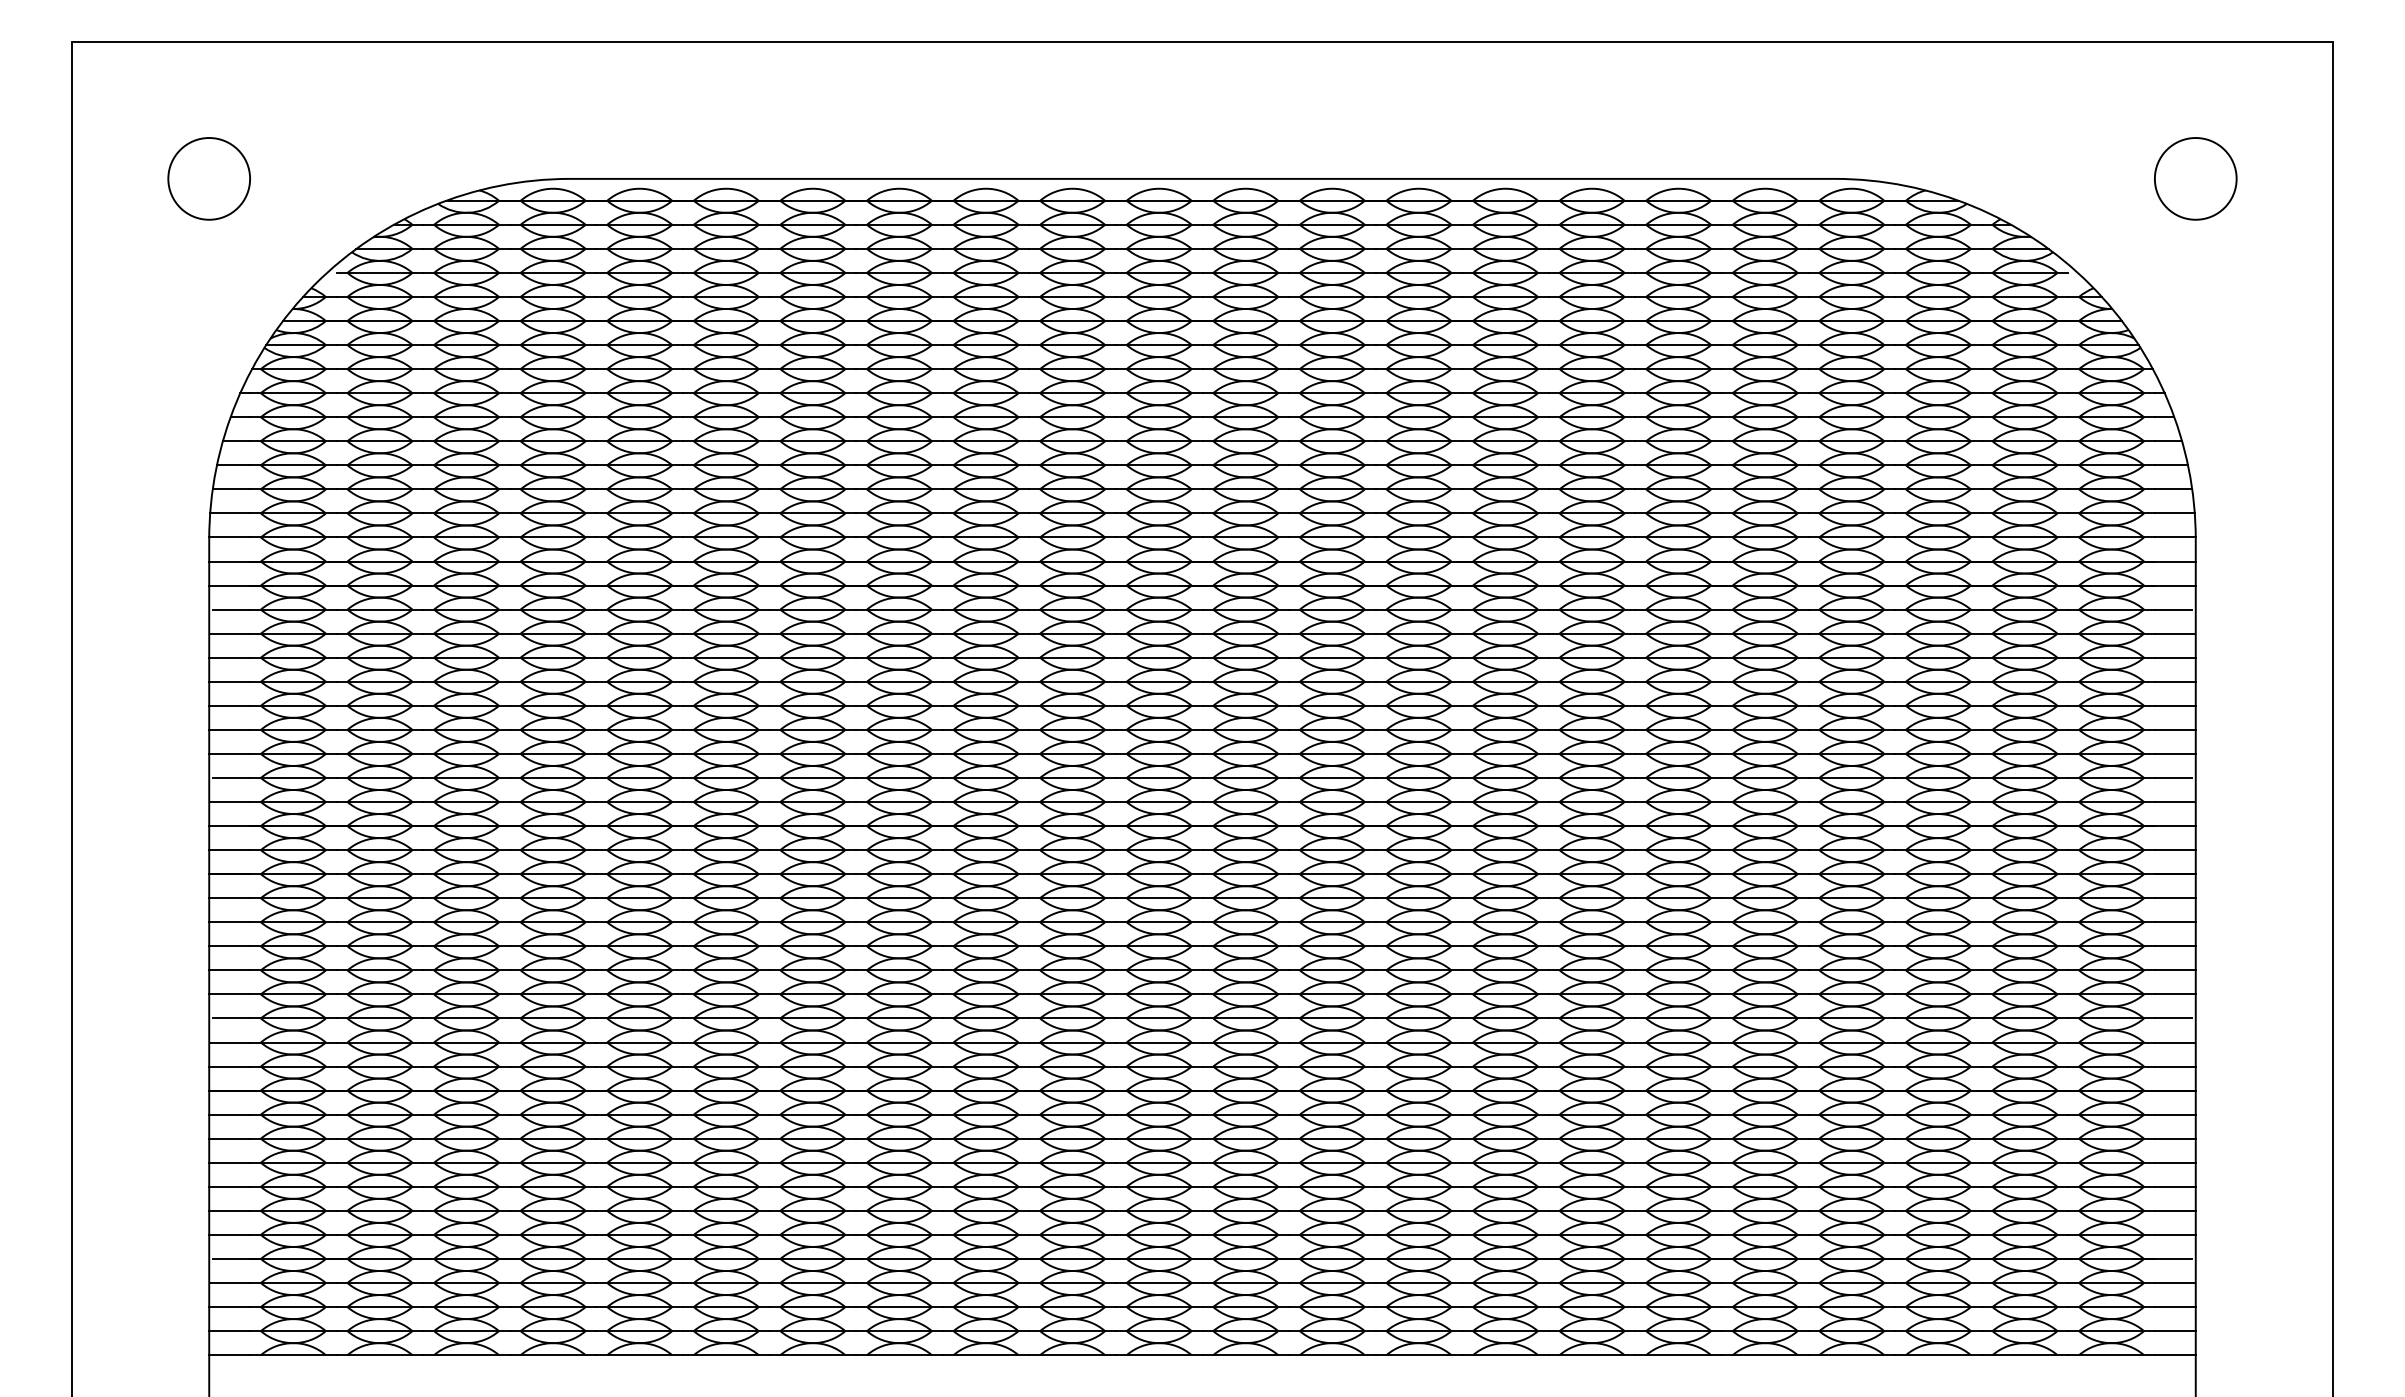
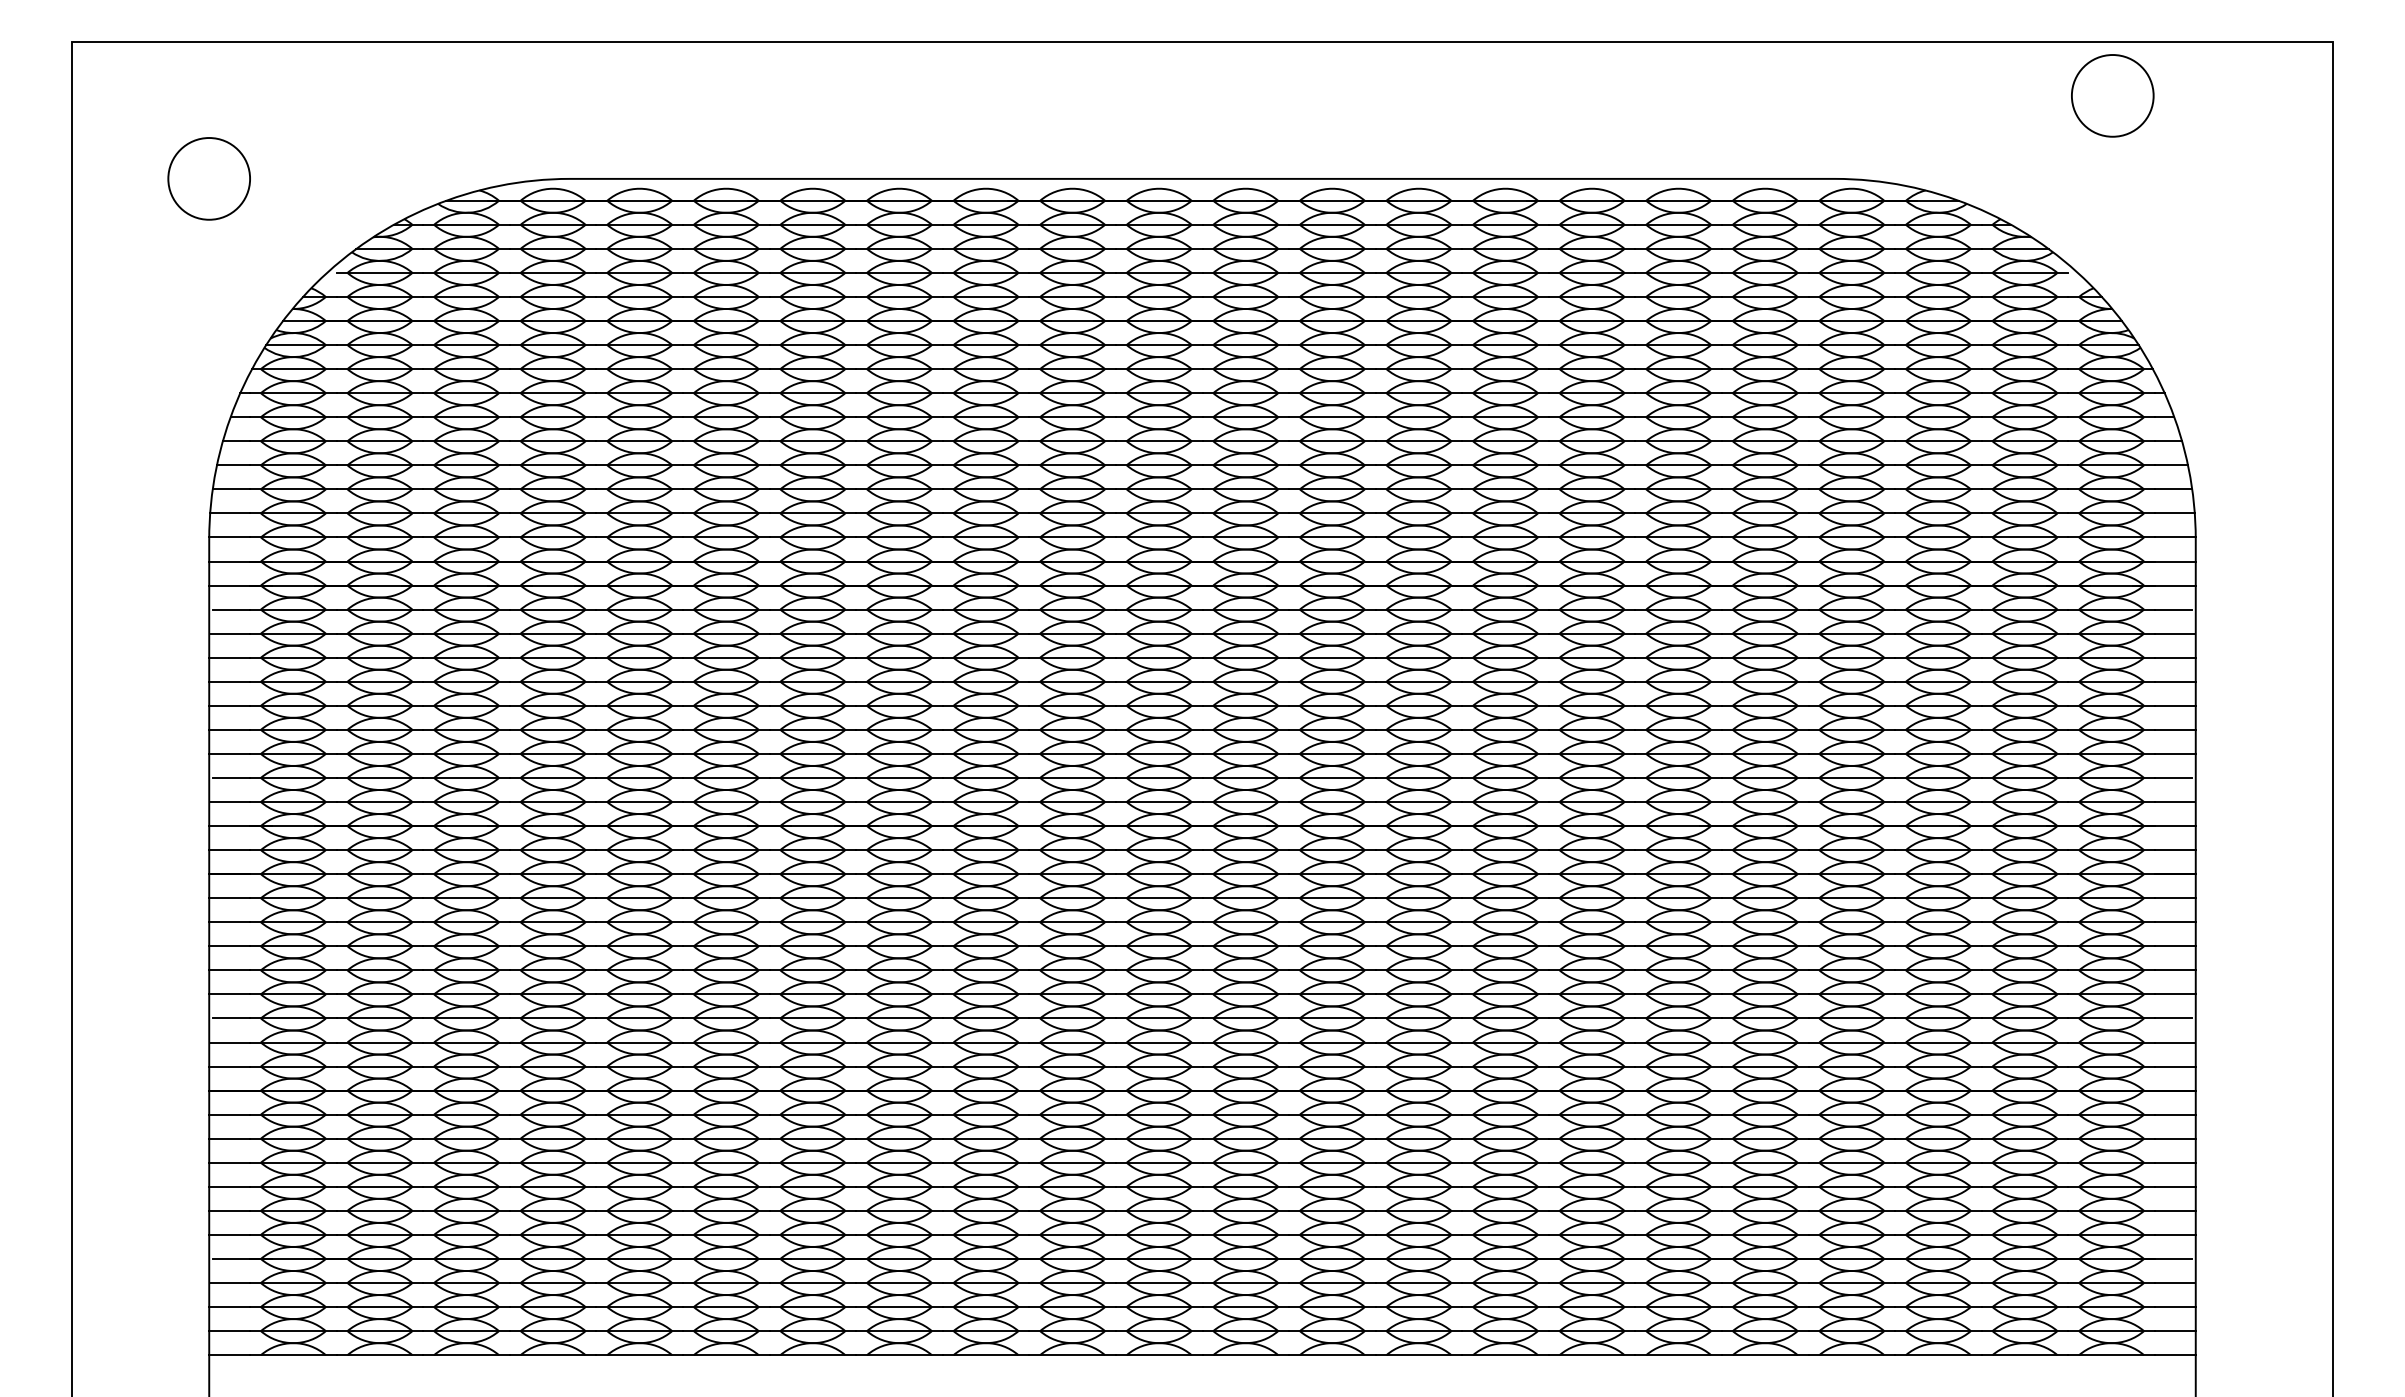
circle at (2195, 178) position: (2195, 178) -> (2112, 95)
